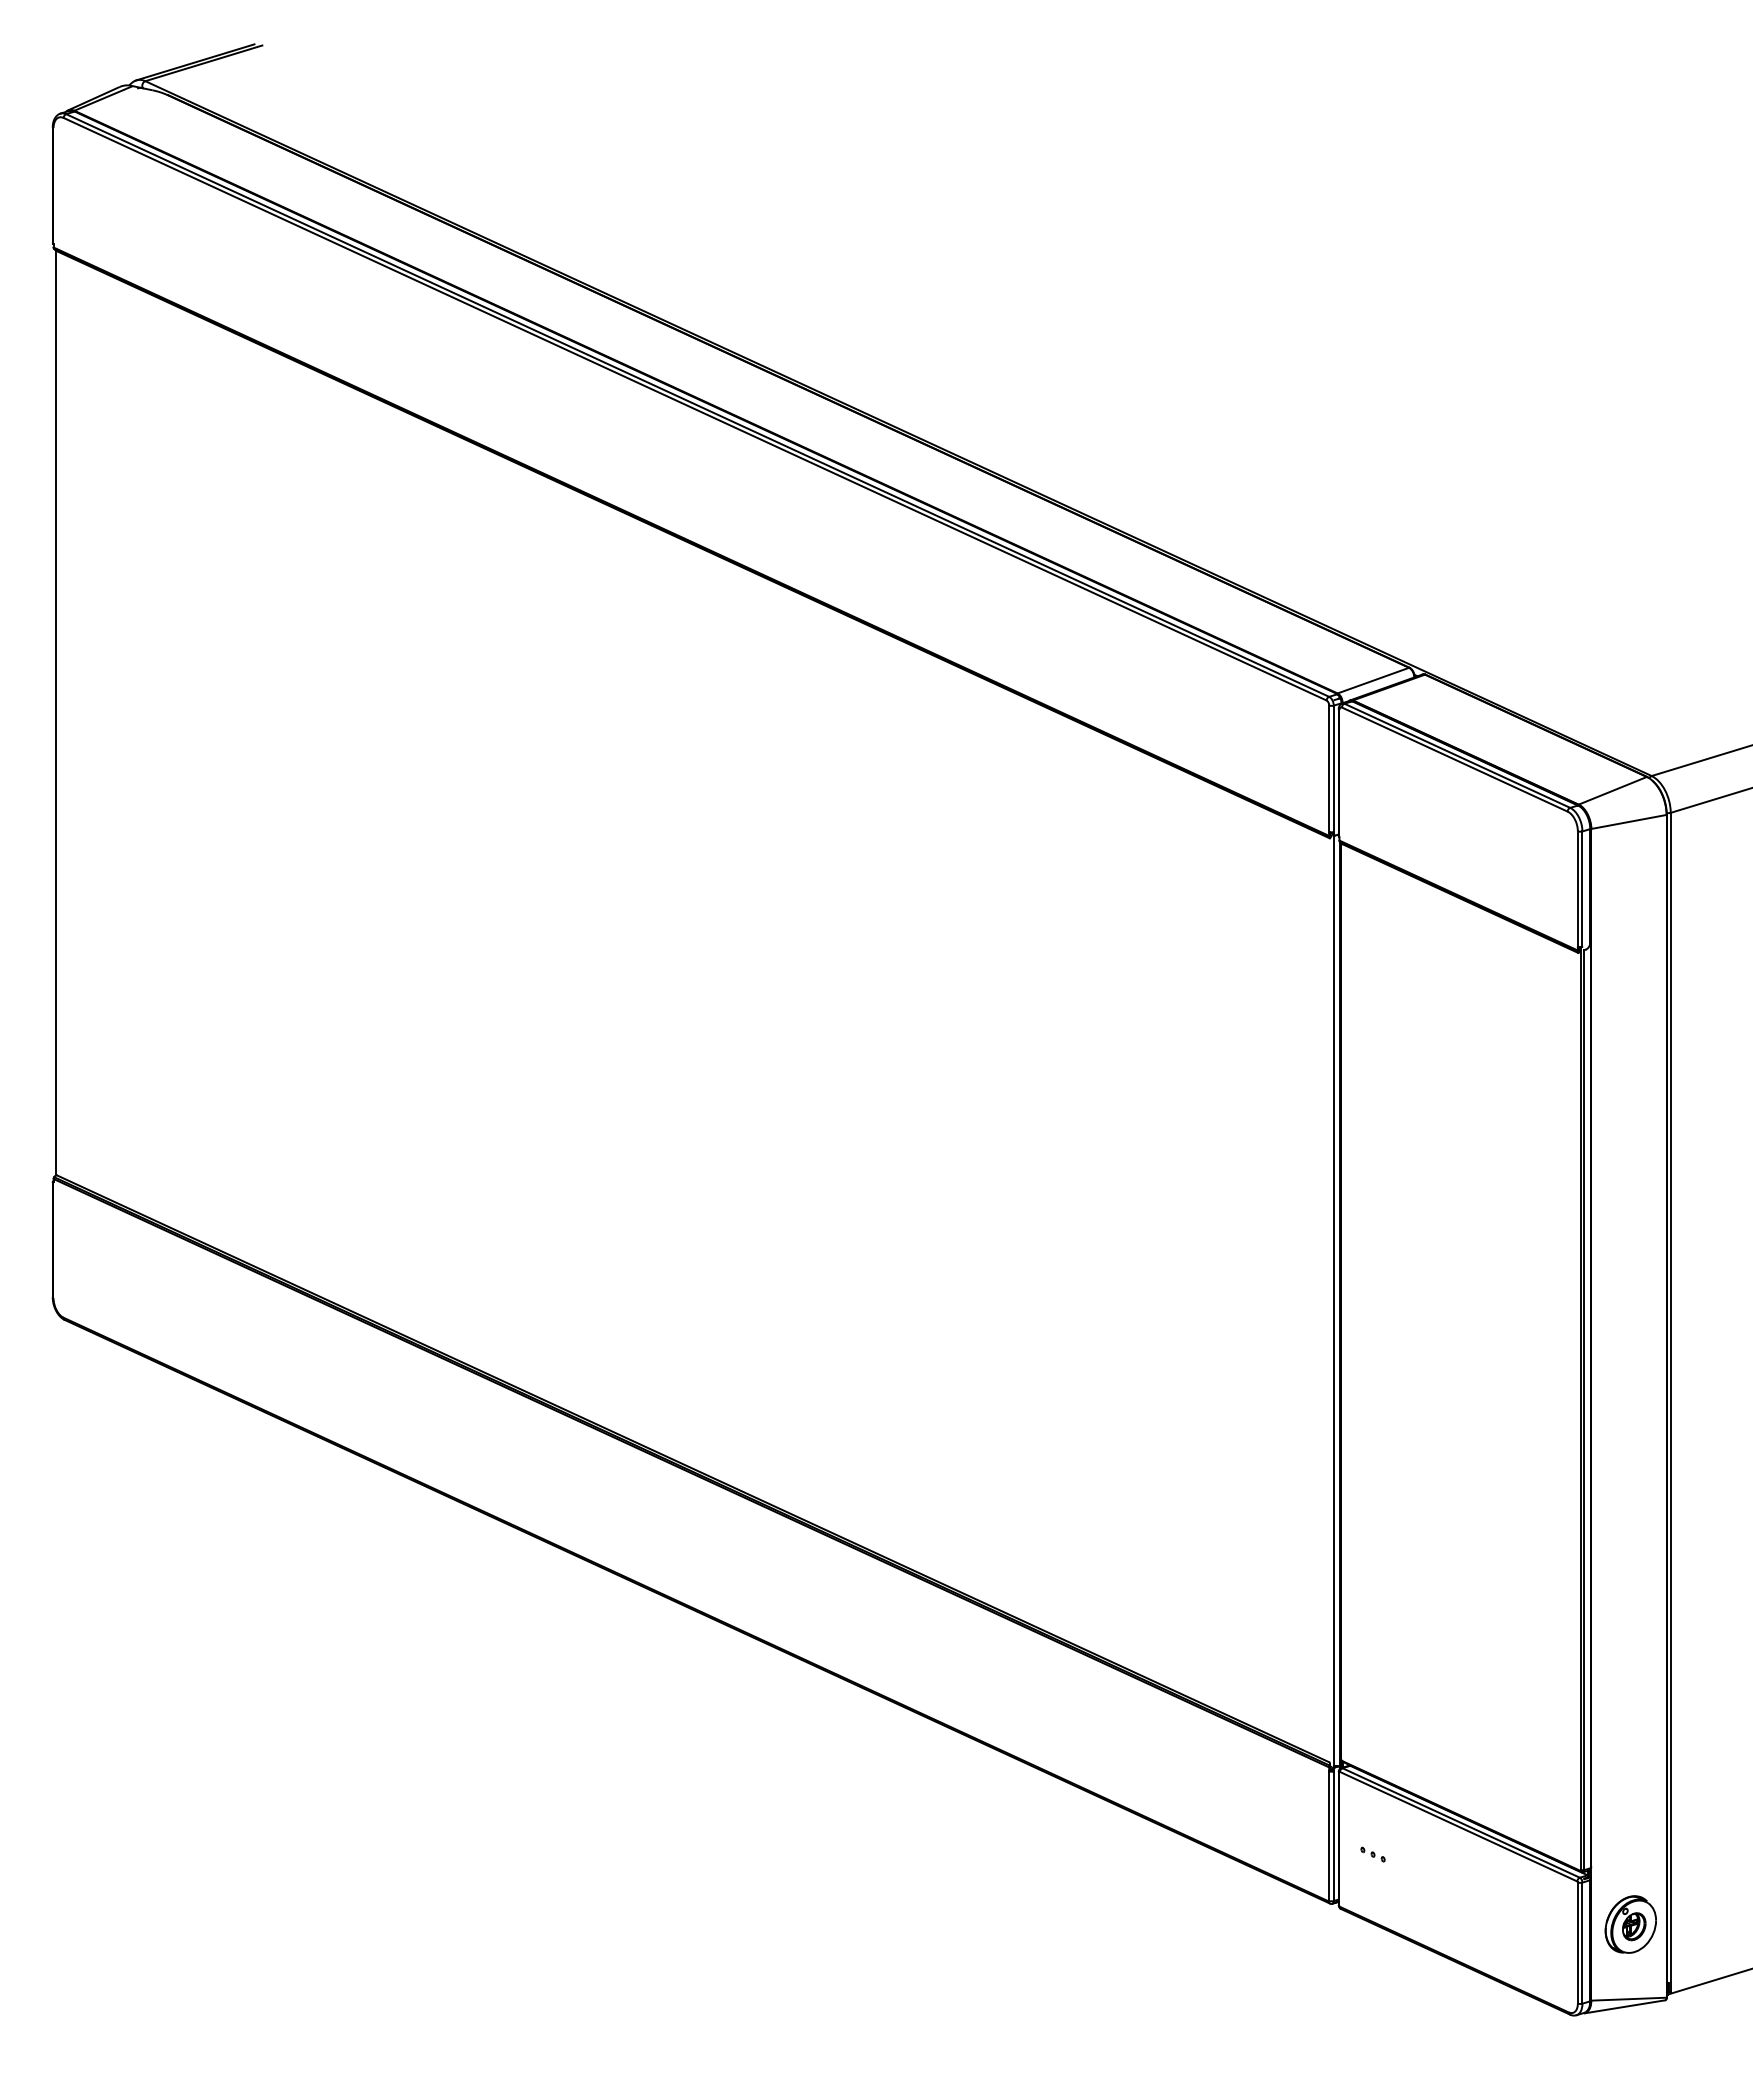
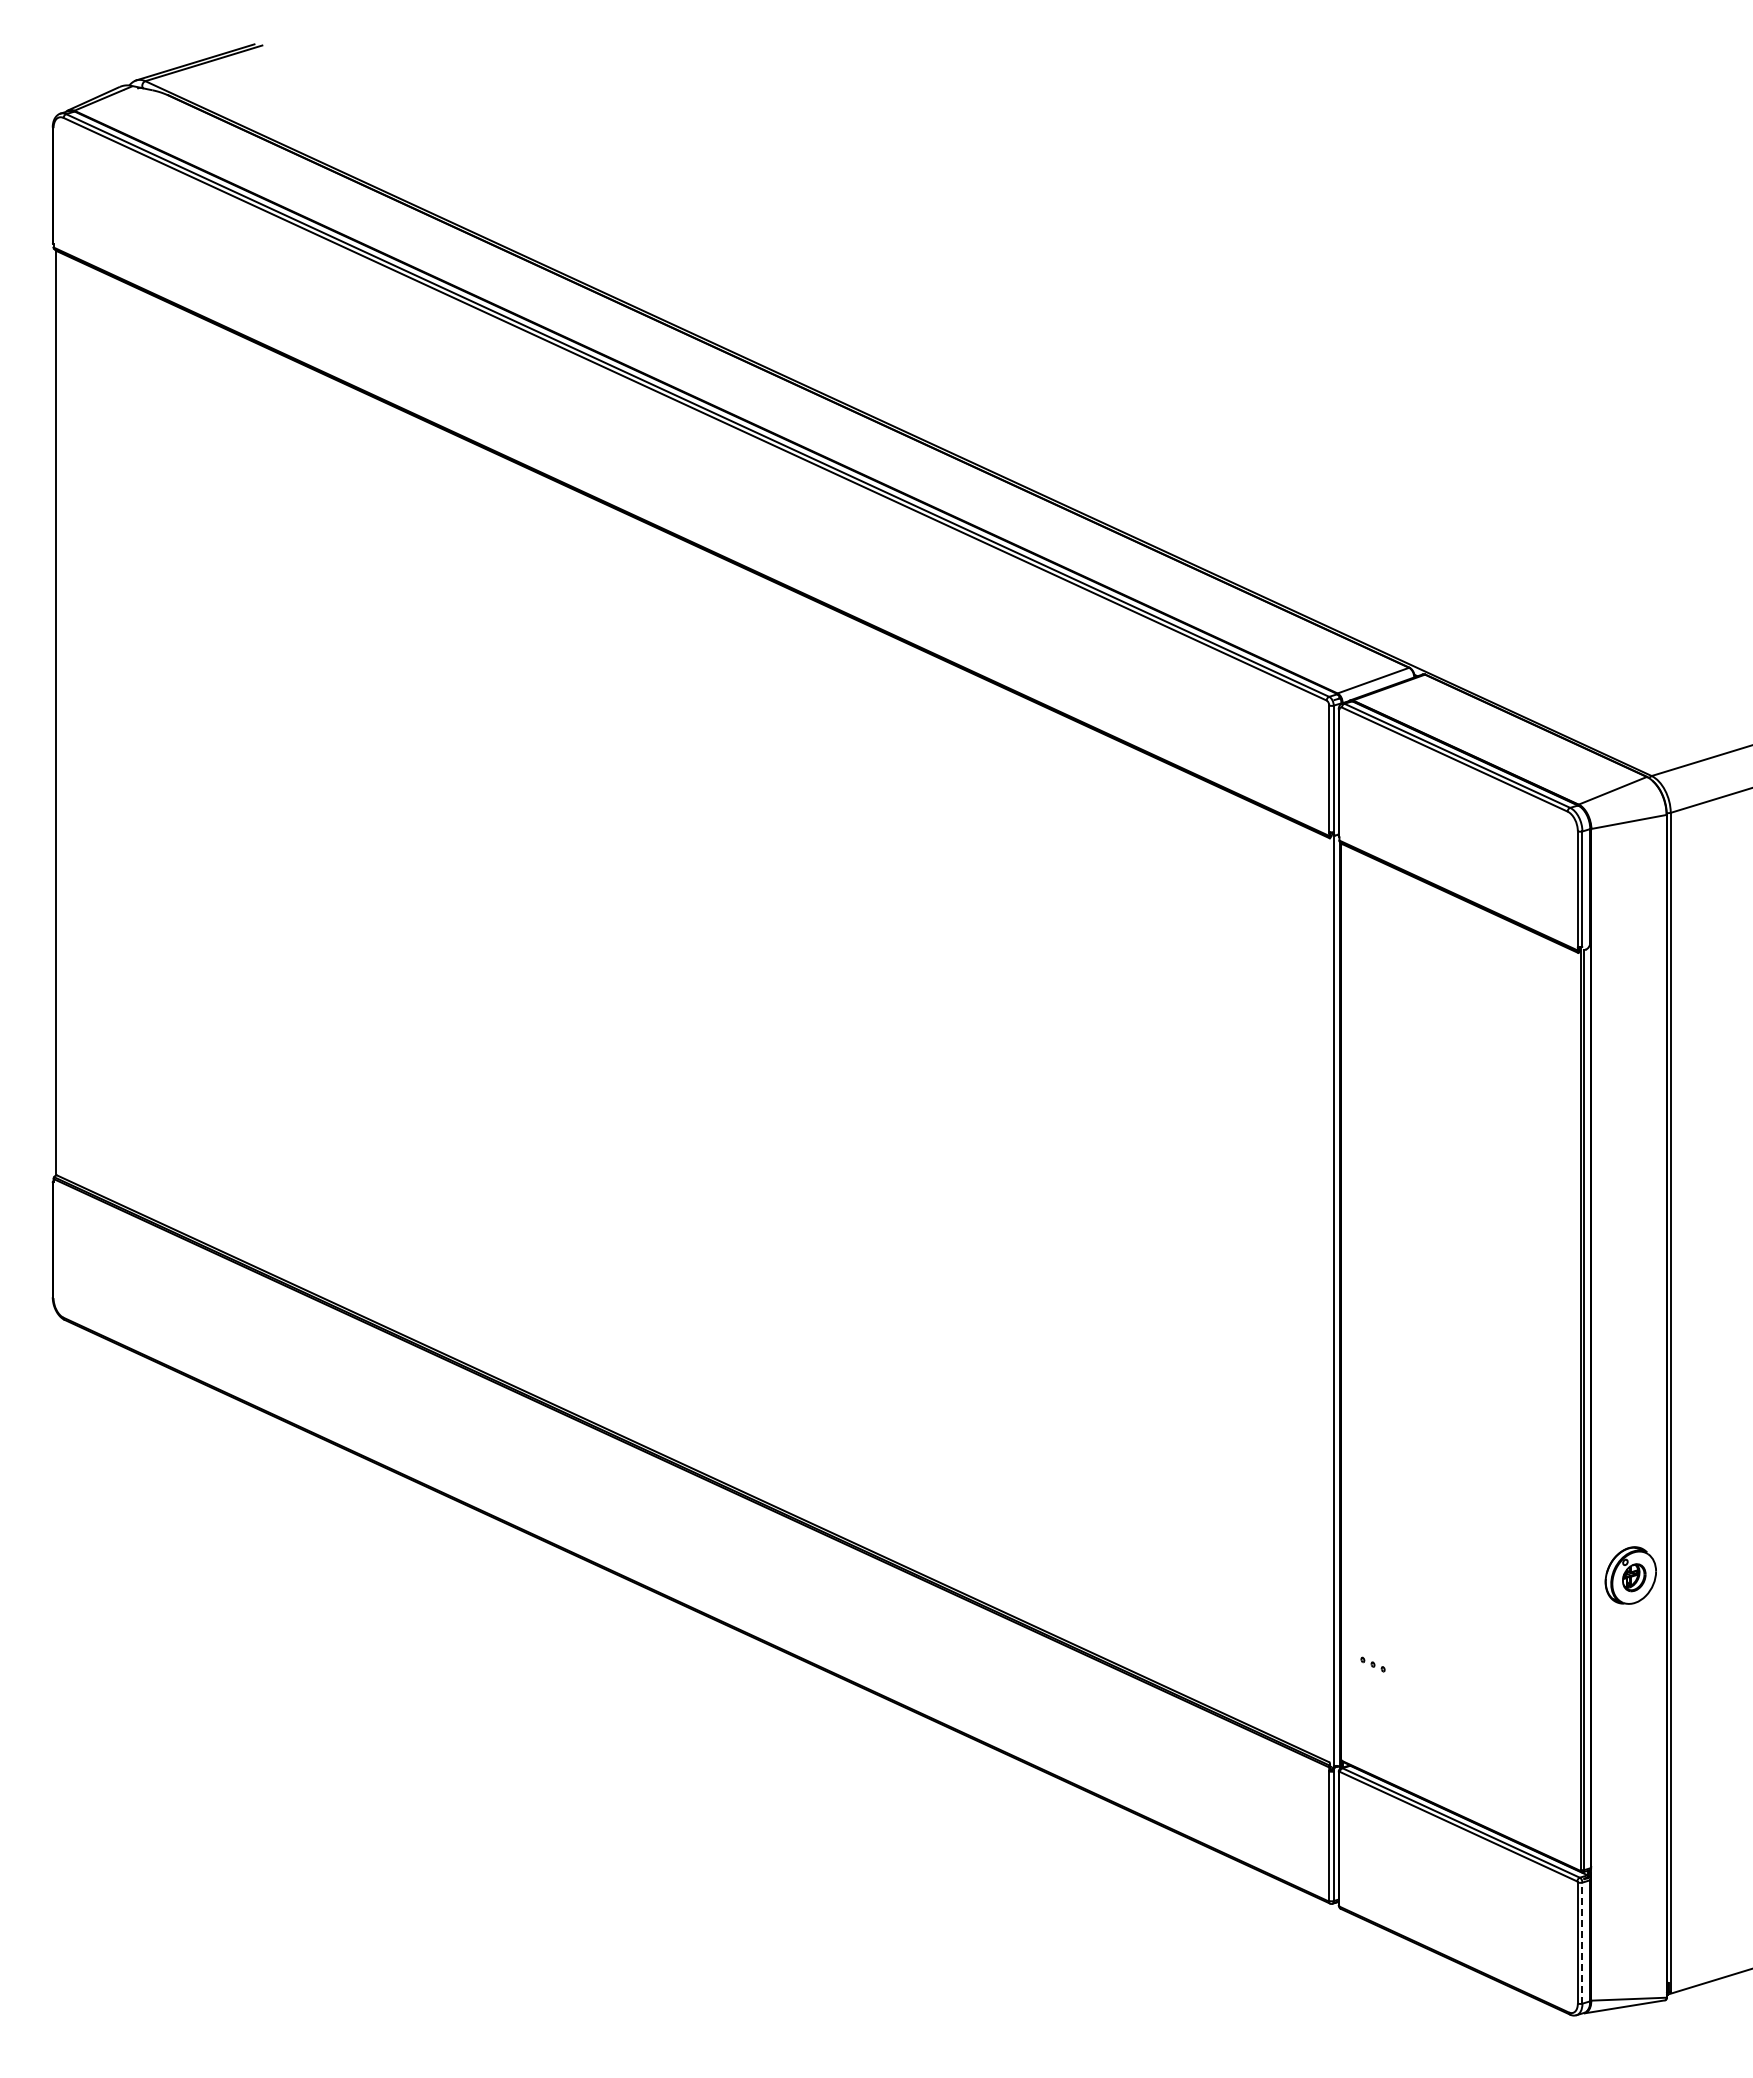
part at (1372, 1854) position: (1372, 1854) -> (1372, 1664)
part at (1630, 1924) position: (1630, 1924) -> (1630, 1575)
line at (1582, 1943): solid -> dashed
